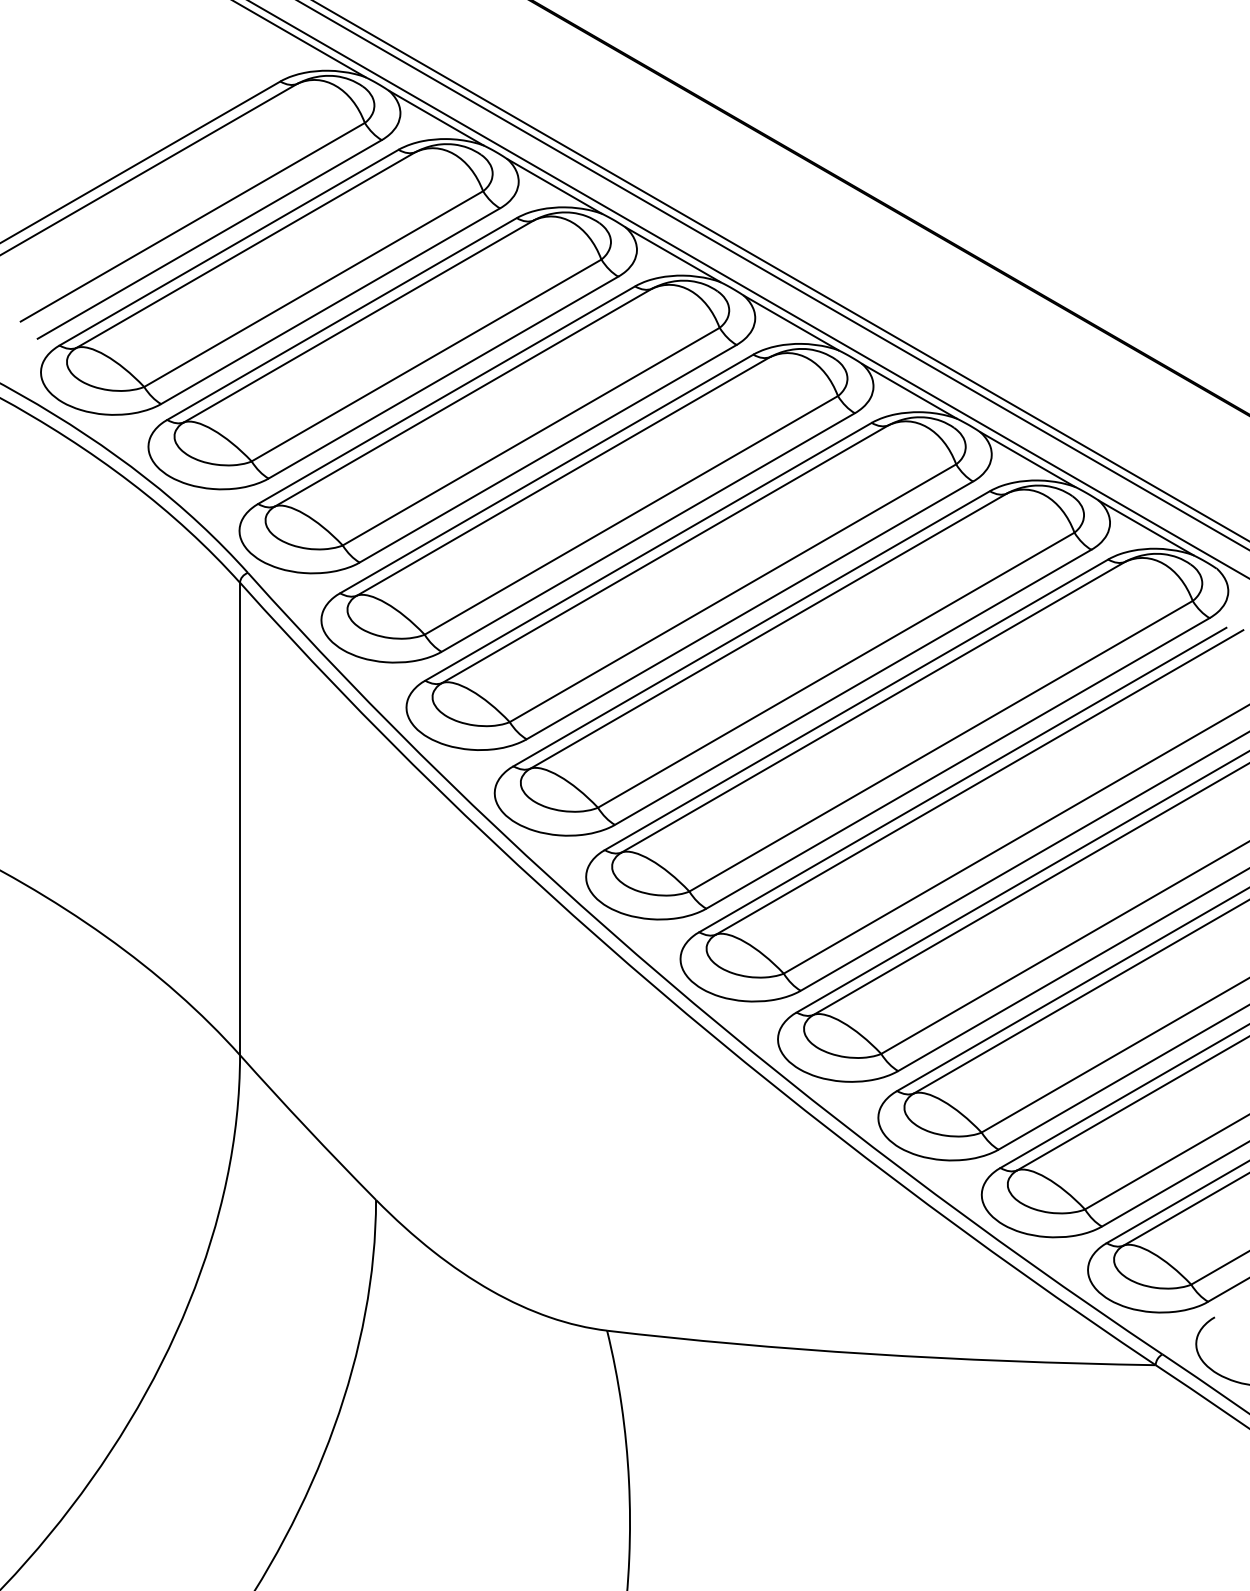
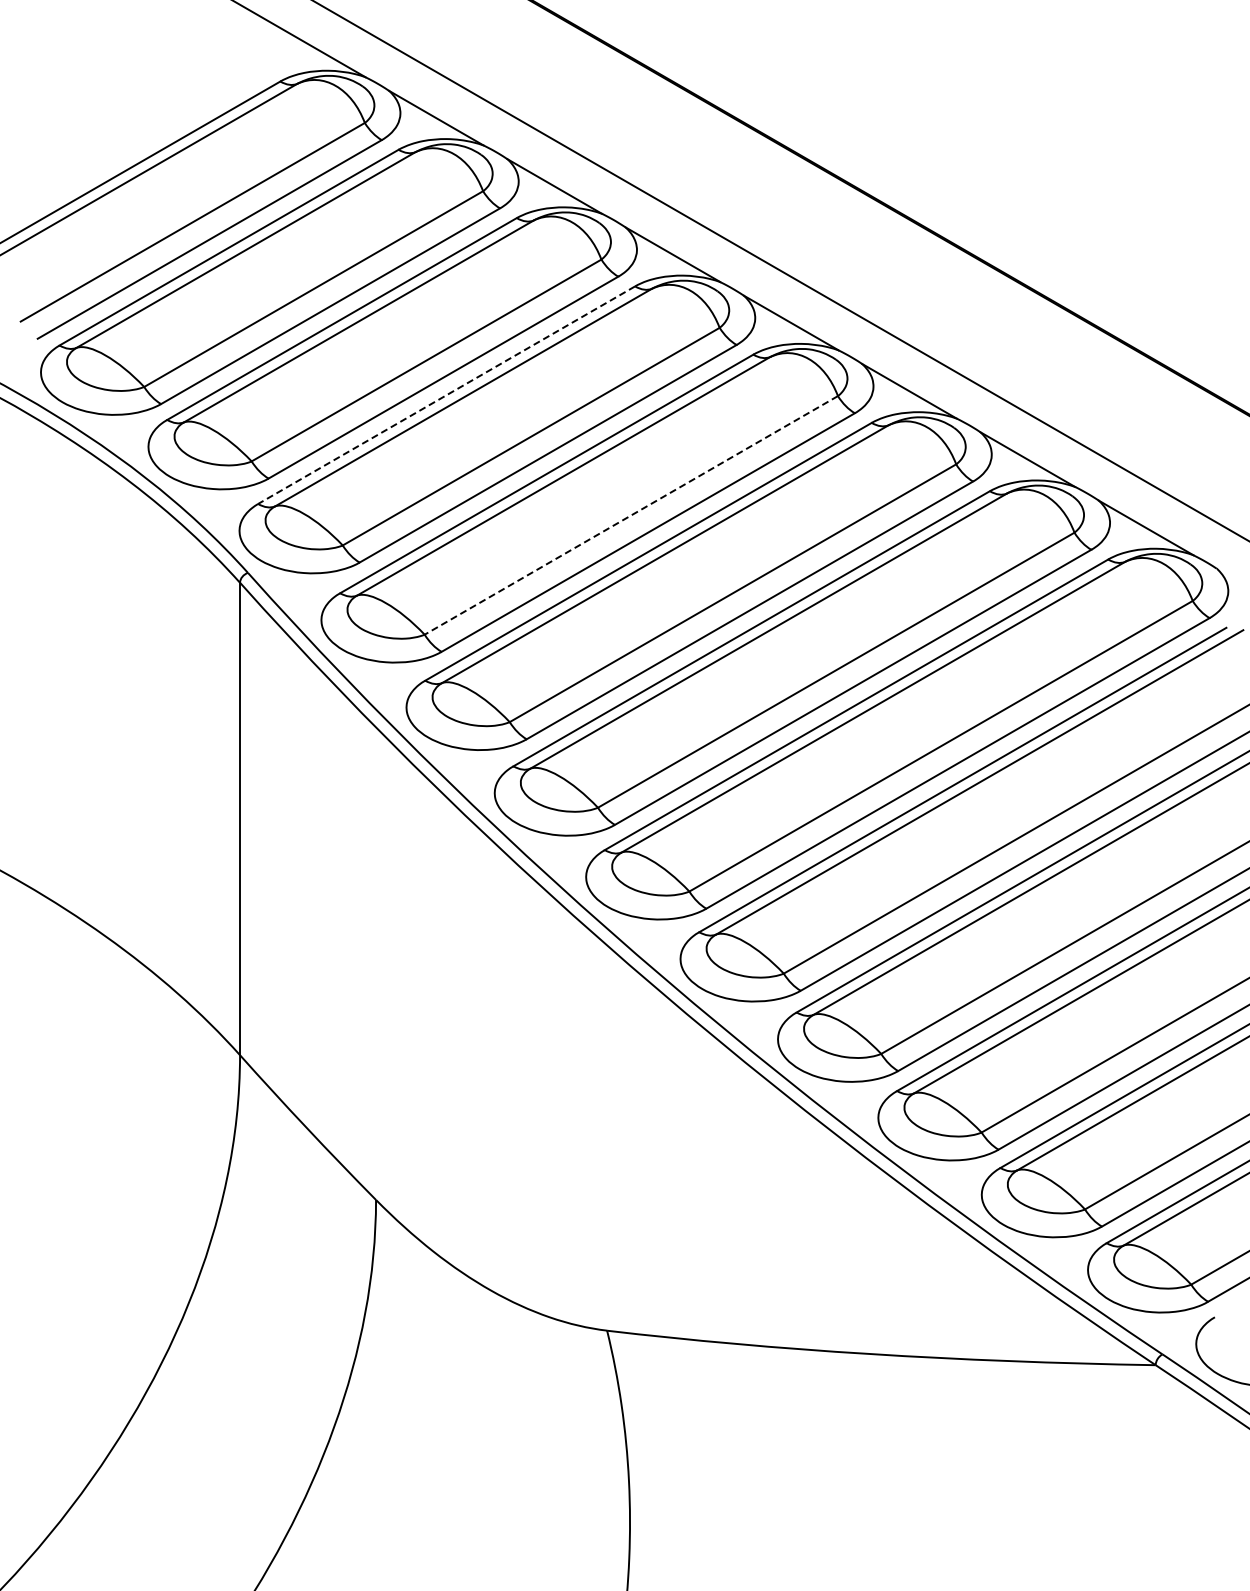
line at (773, 275): present -> none
line at (748, 289): present -> none
line at (446, 395): solid -> dashed
line at (631, 515): solid -> dashed
